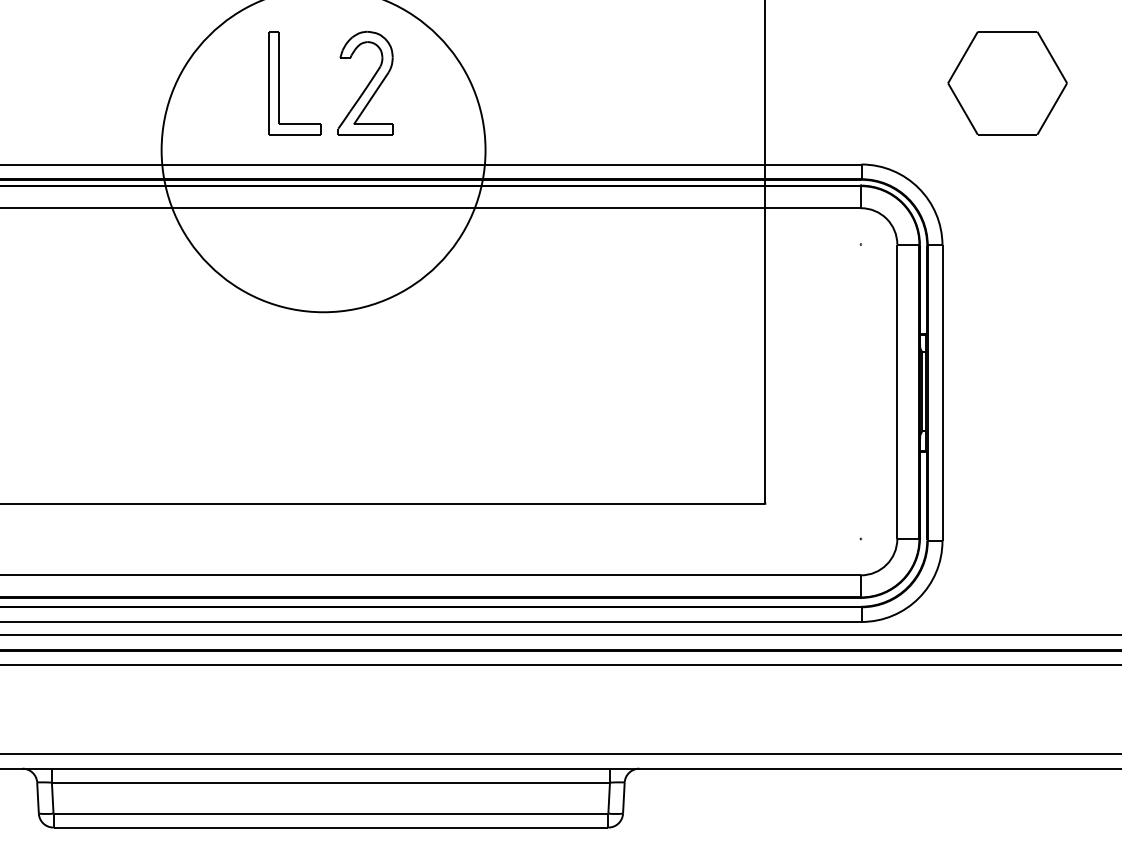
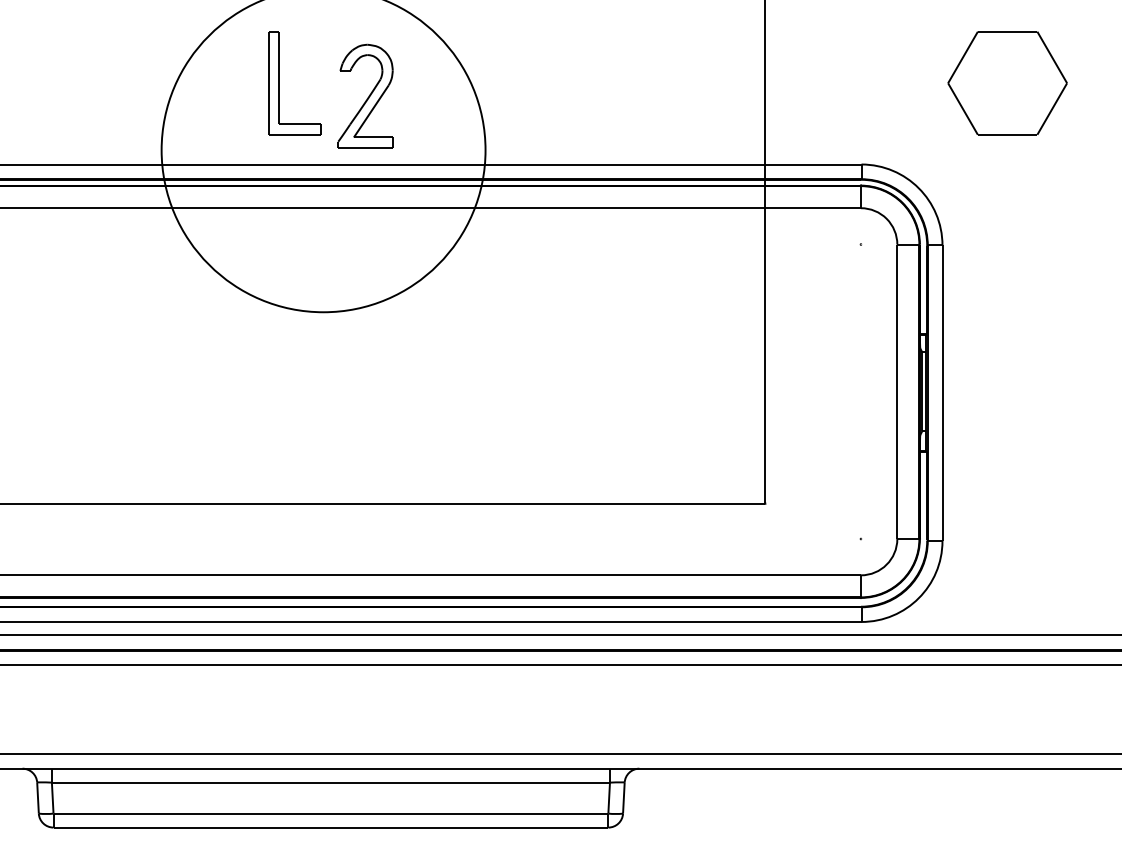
part at (365, 82) position: (365, 82) -> (365, 95)
